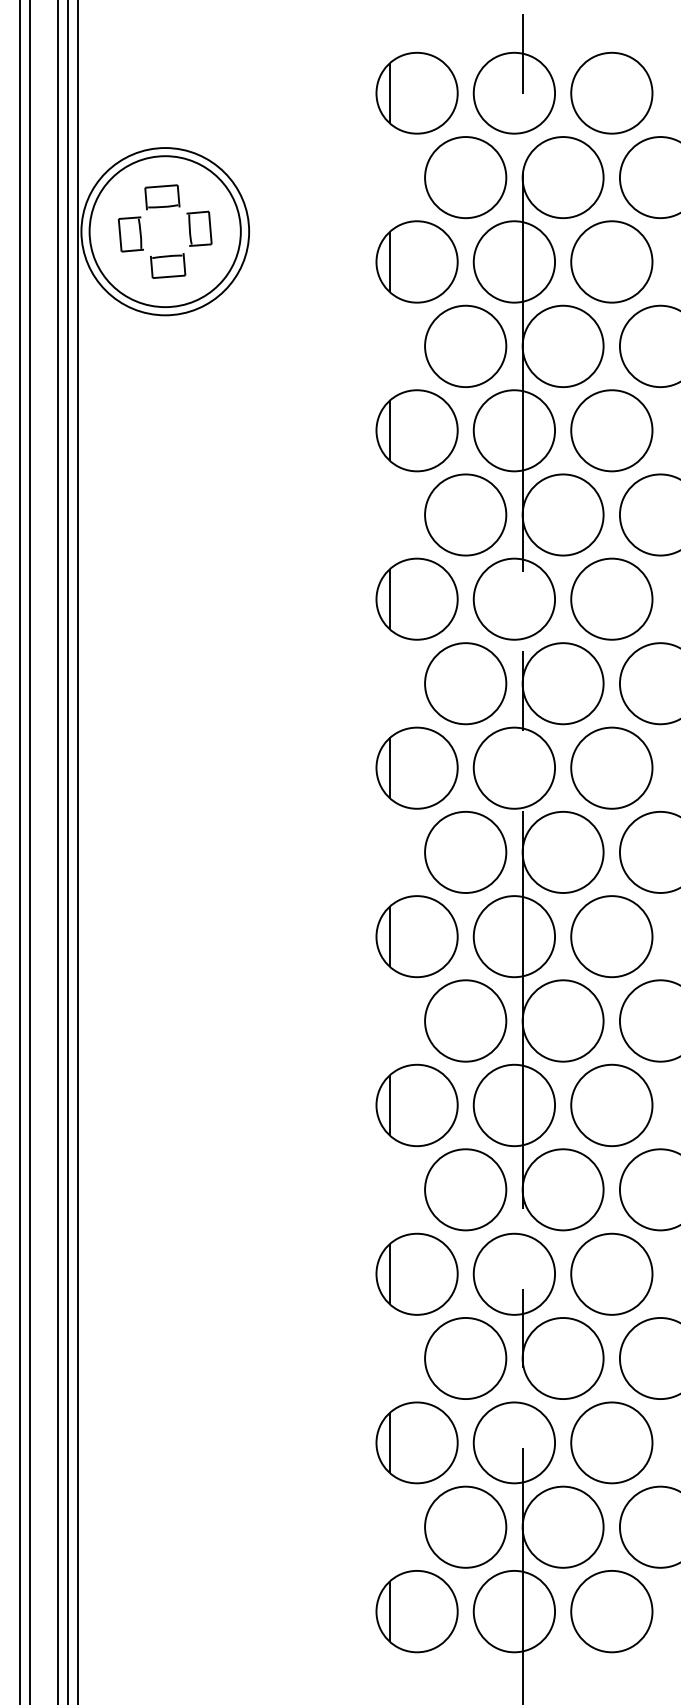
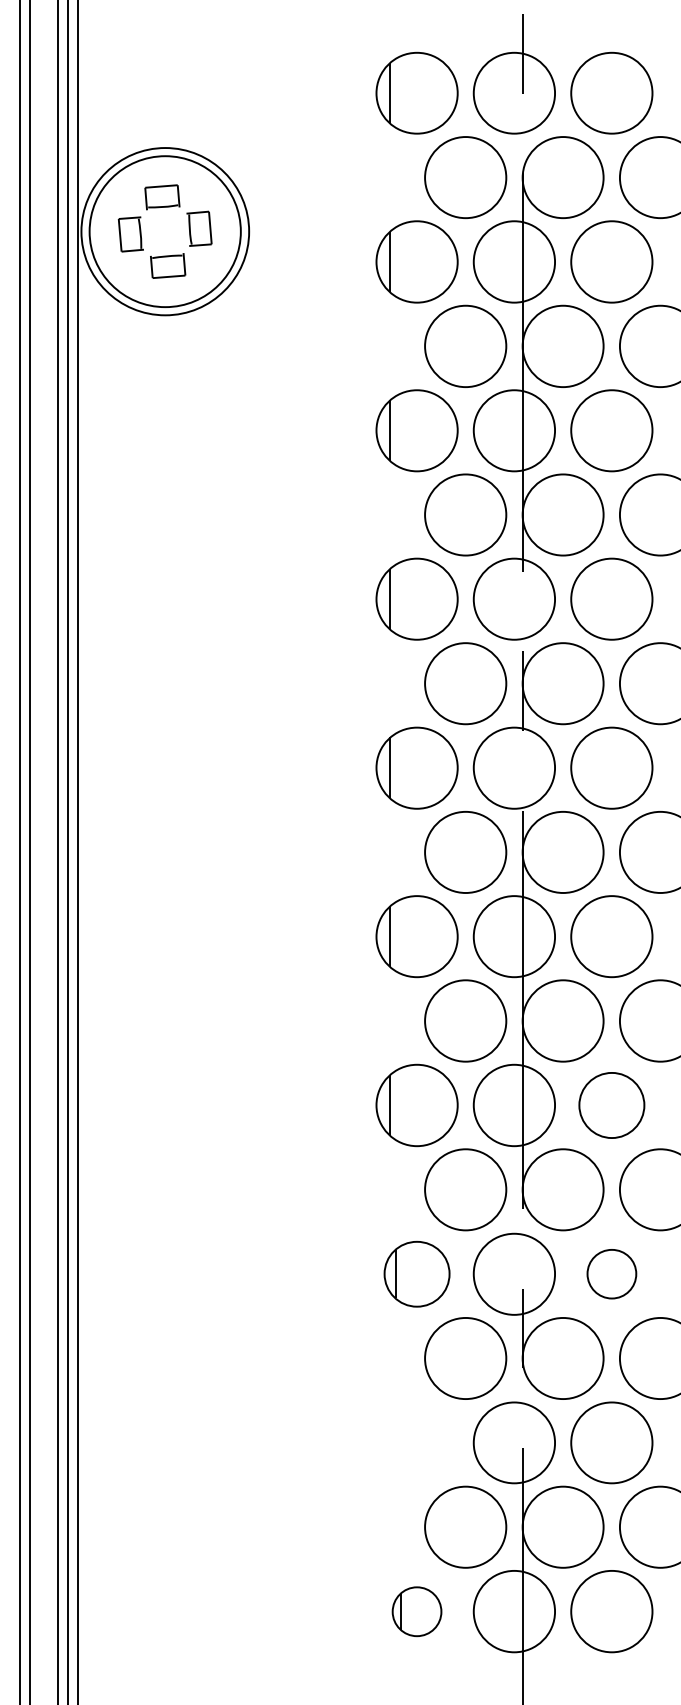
part at (611, 1105) size: 84x85 px -> 68x67 px
part at (416, 1273) size: 84x84 px -> 68x68 px
part at (611, 1273) size: 84x84 px -> 52x51 px
part at (416, 1442): present -> none
part at (416, 1611) size: 84x84 px -> 52x52 px
